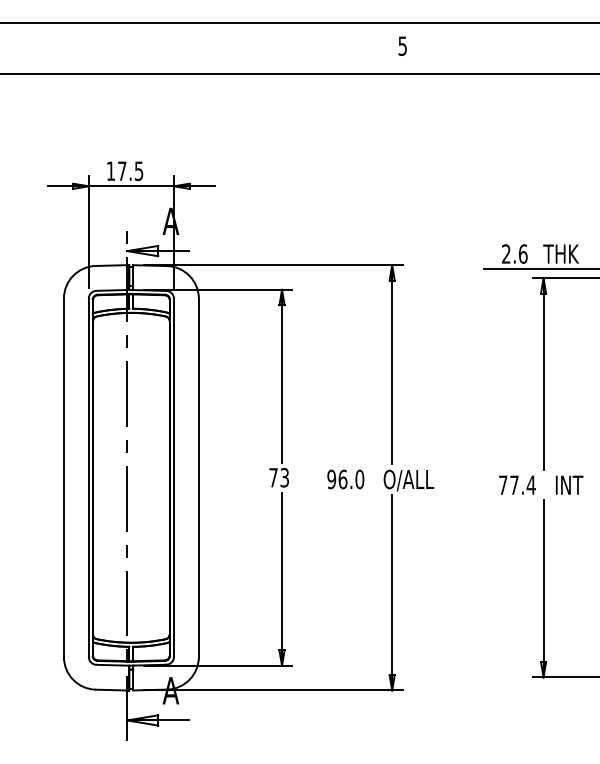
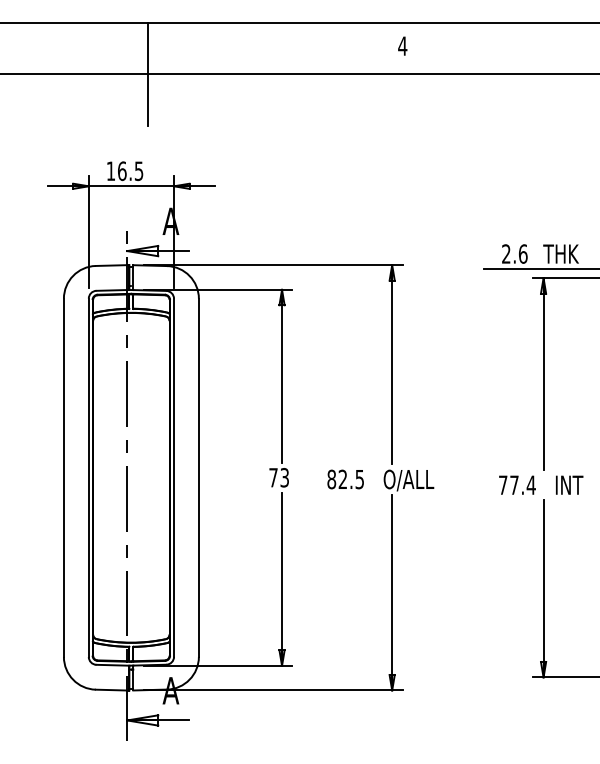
text at (402, 45): 5 -> 4
line at (148, 74): none -> present
text at (122, 171): 17.5 -> 16.5
text at (345, 479): 96.0 -> 82.5
